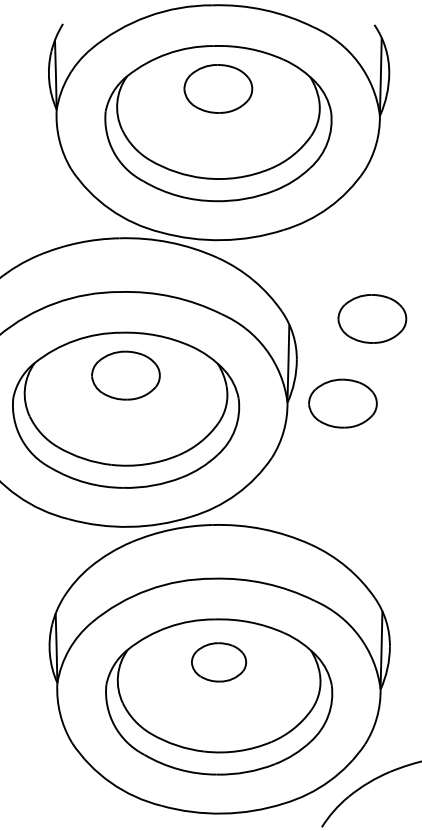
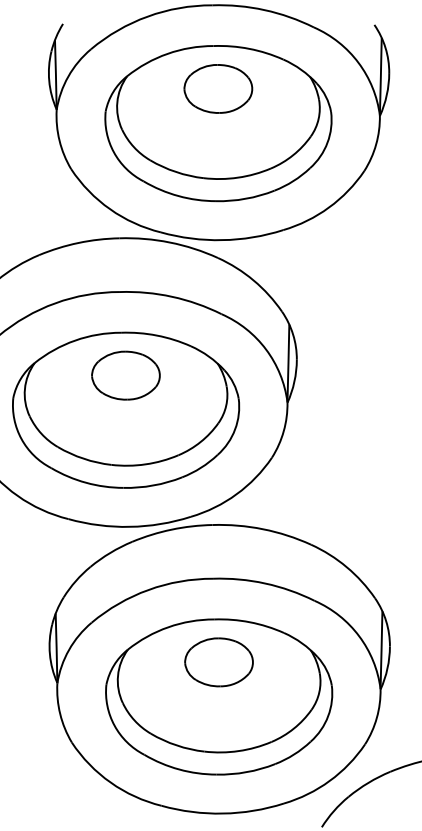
part at (372, 318): present -> none
part at (342, 403): present -> none
part at (218, 662) size: 56x41 px -> 70x51 px
